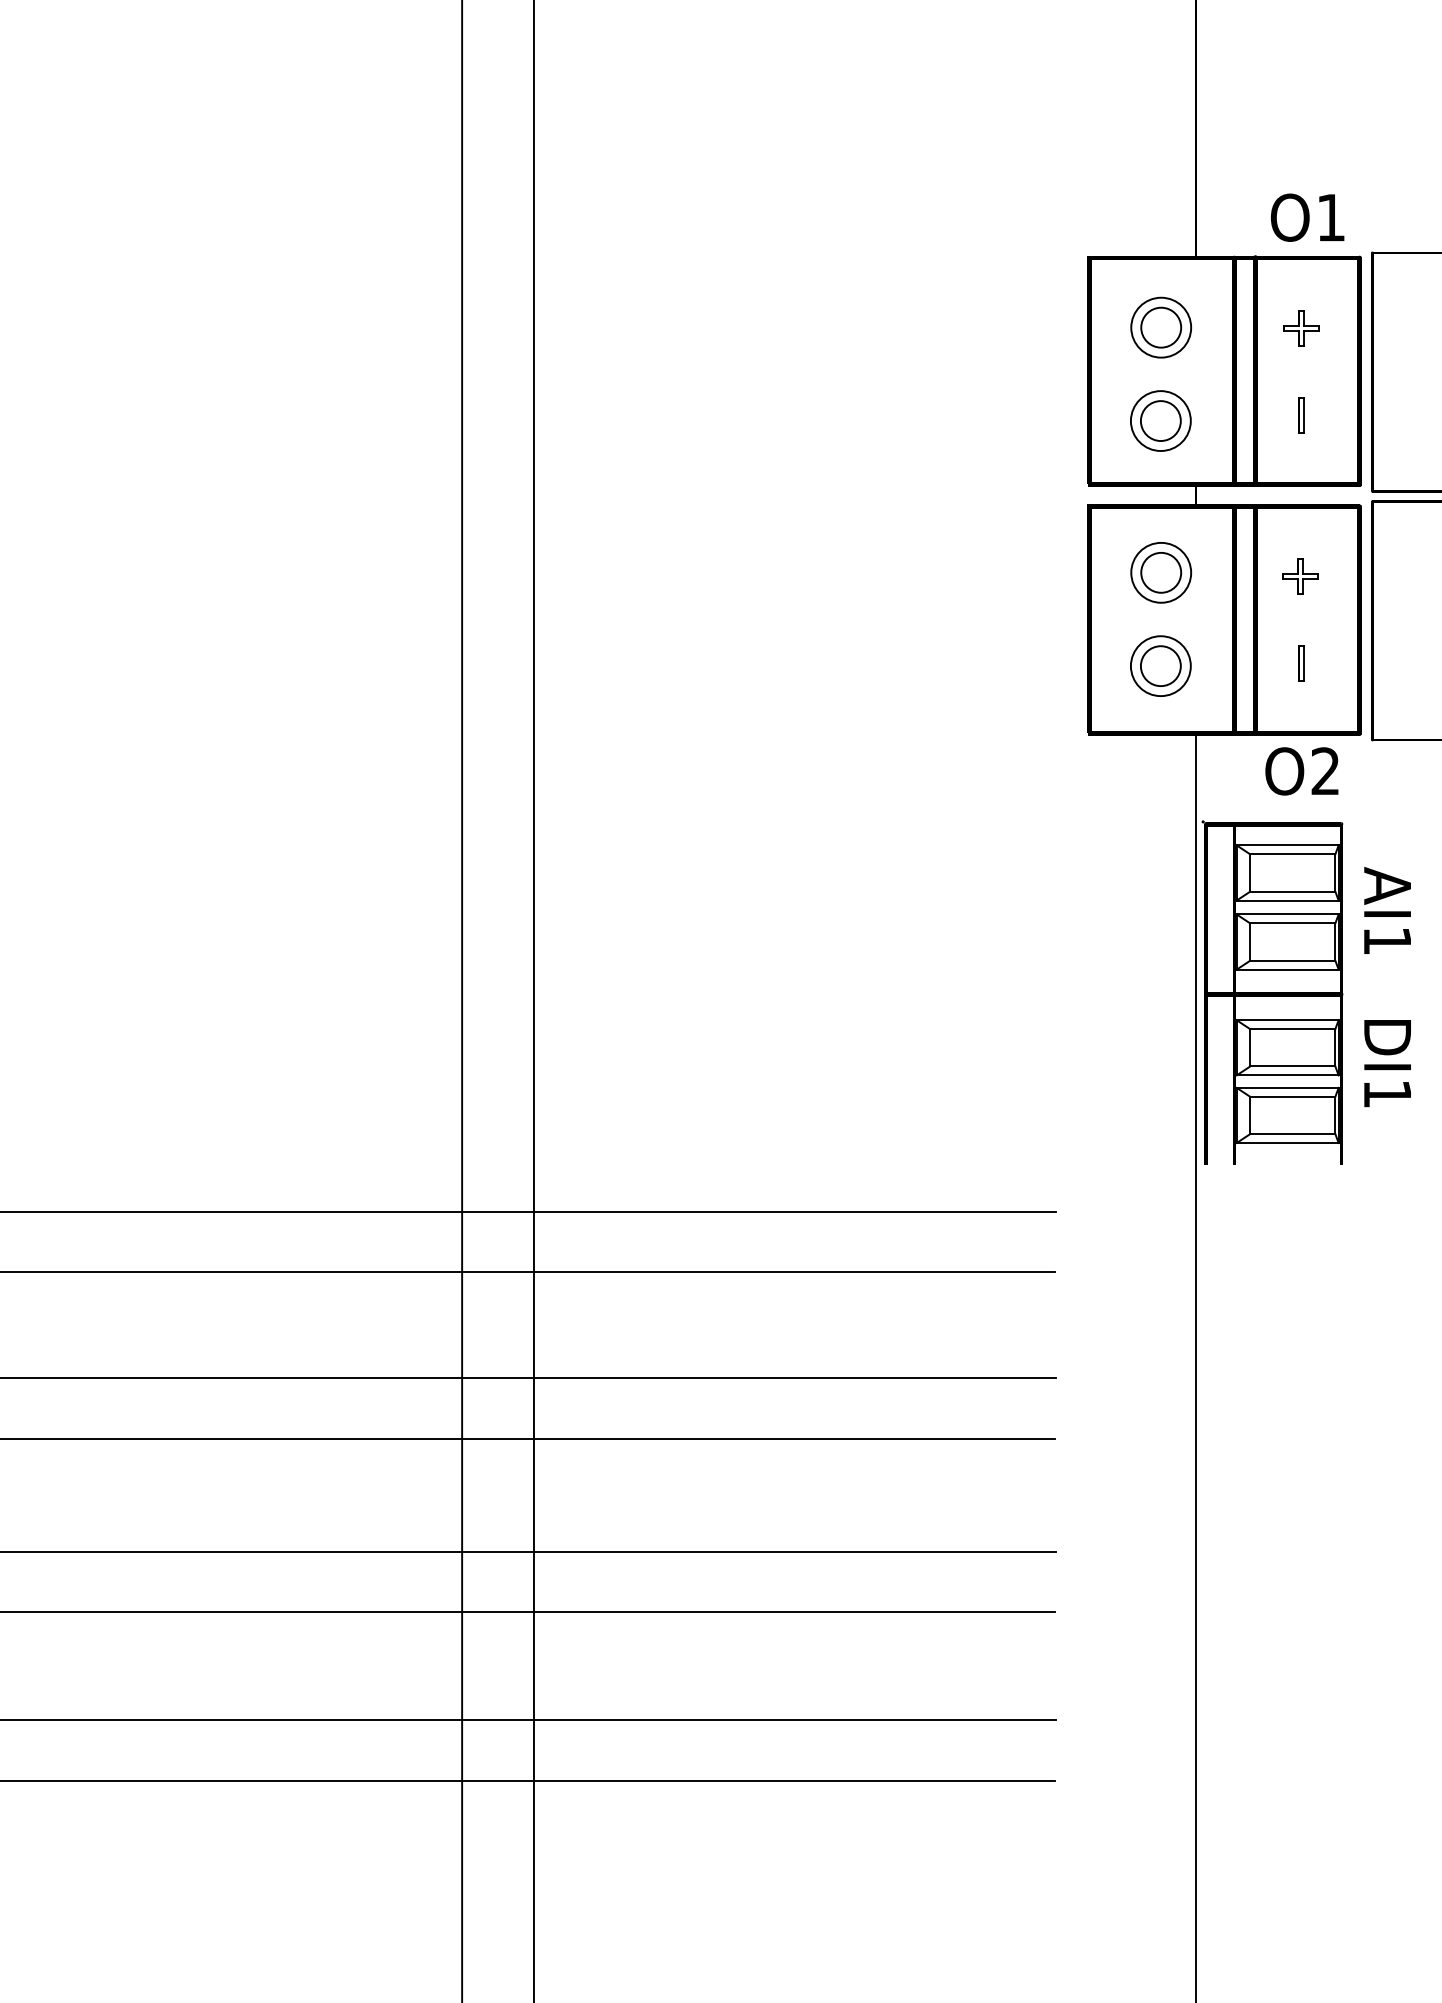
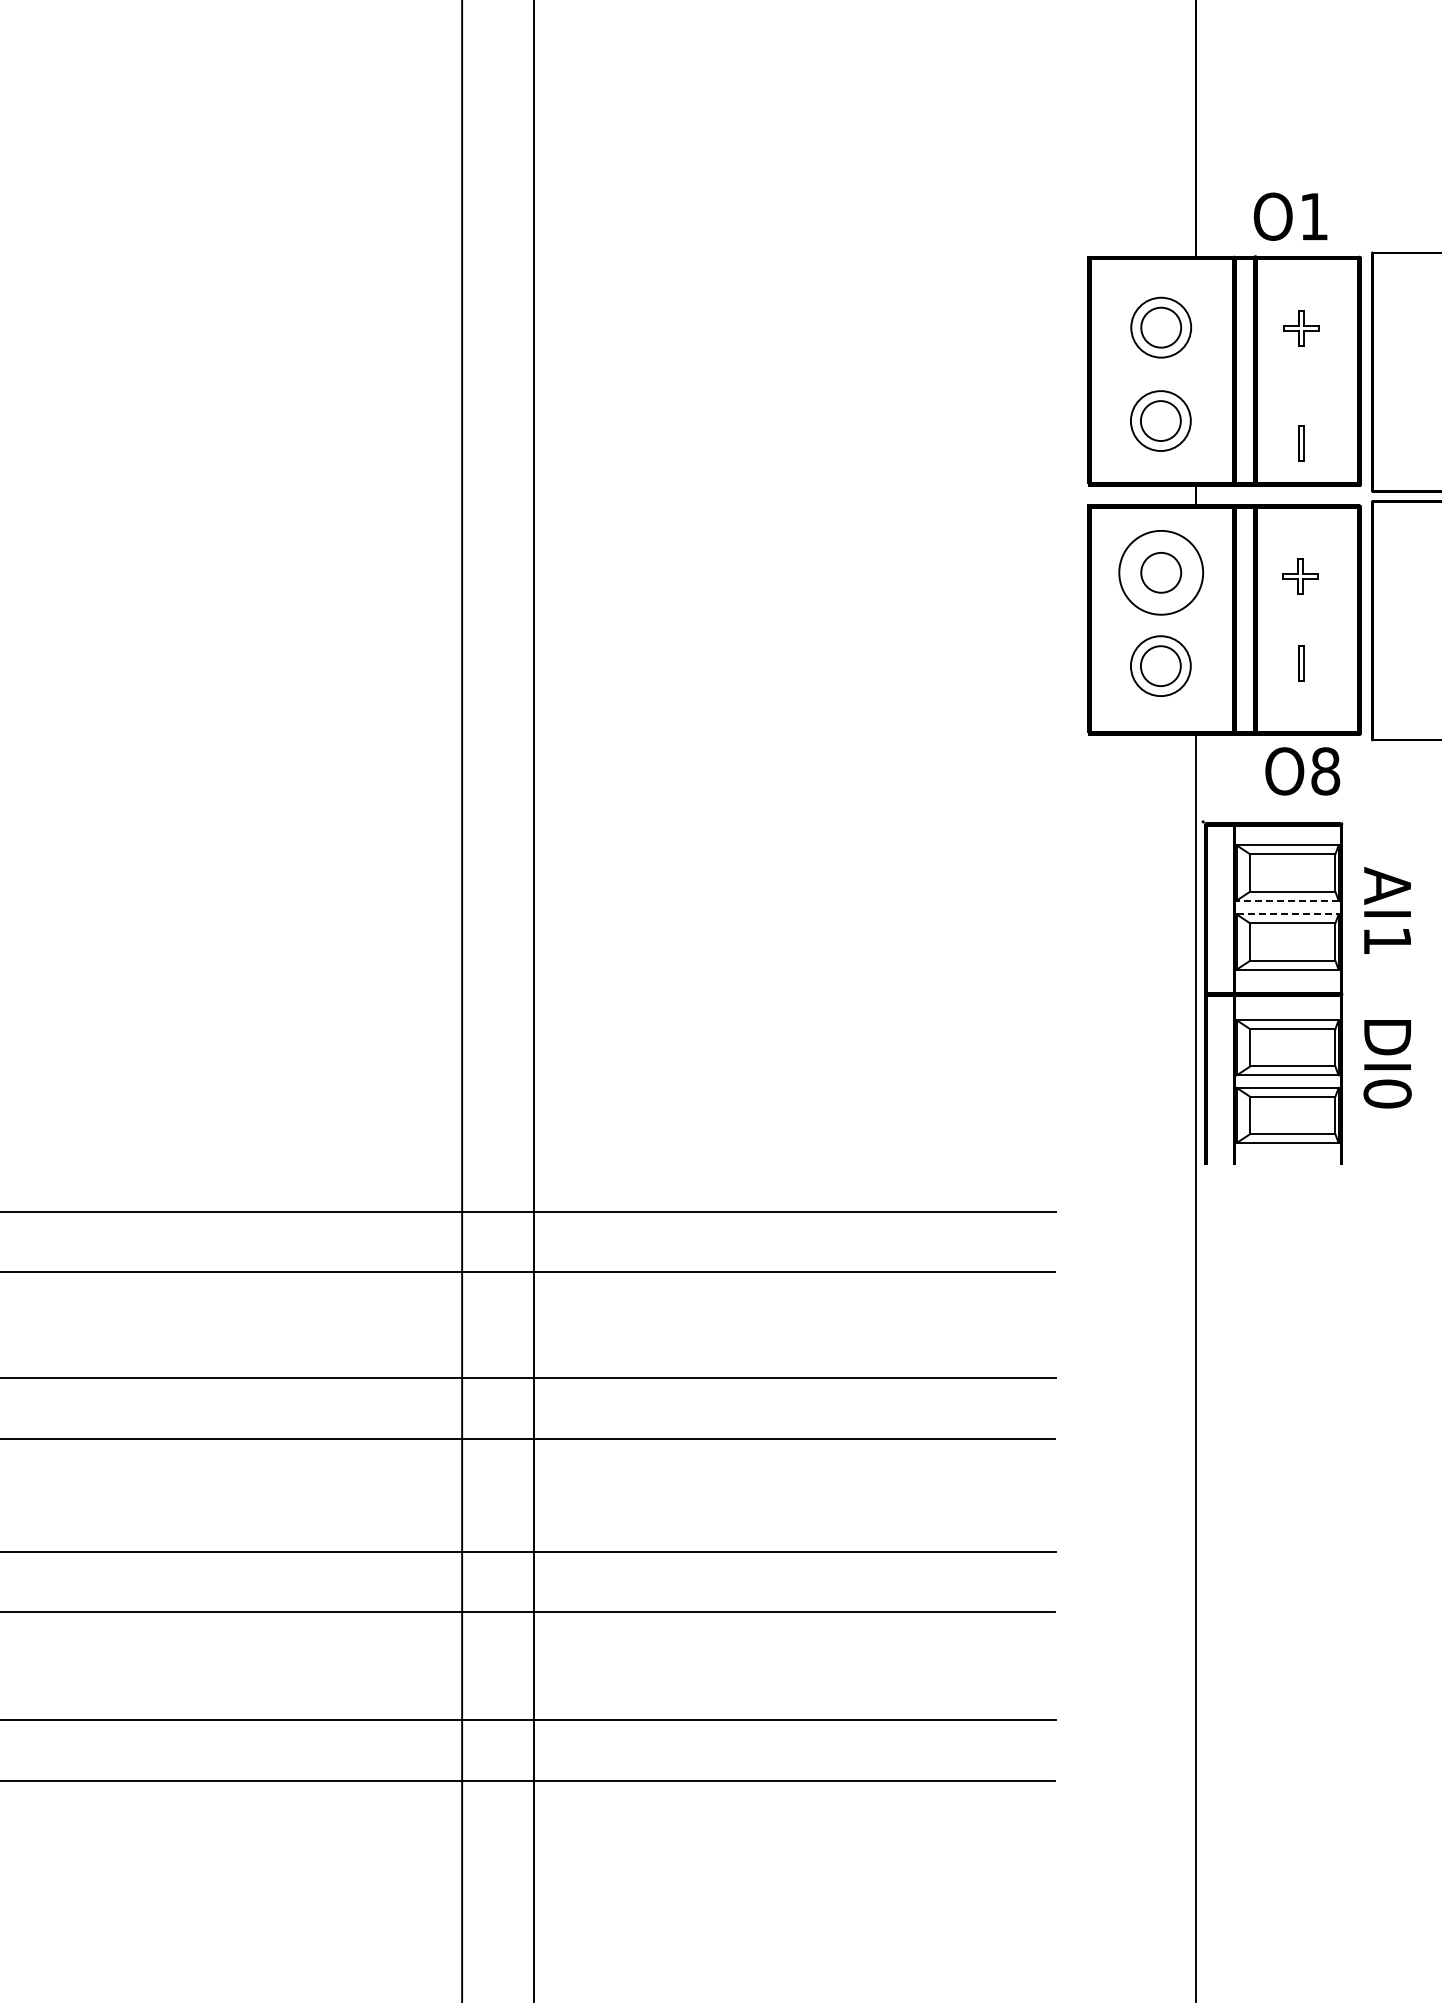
text at (1307, 217) position: (1307, 217) -> (1290, 216)
part at (1301, 415) position: (1301, 415) -> (1301, 443)
circle at (1161, 572) diameter: 60 px -> 84 px
text at (1325, 771): O2 -> O8
line at (1287, 900): solid -> dashed
line at (1287, 914): solid -> dashed
text at (1387, 1093): DI1 -> DI0
